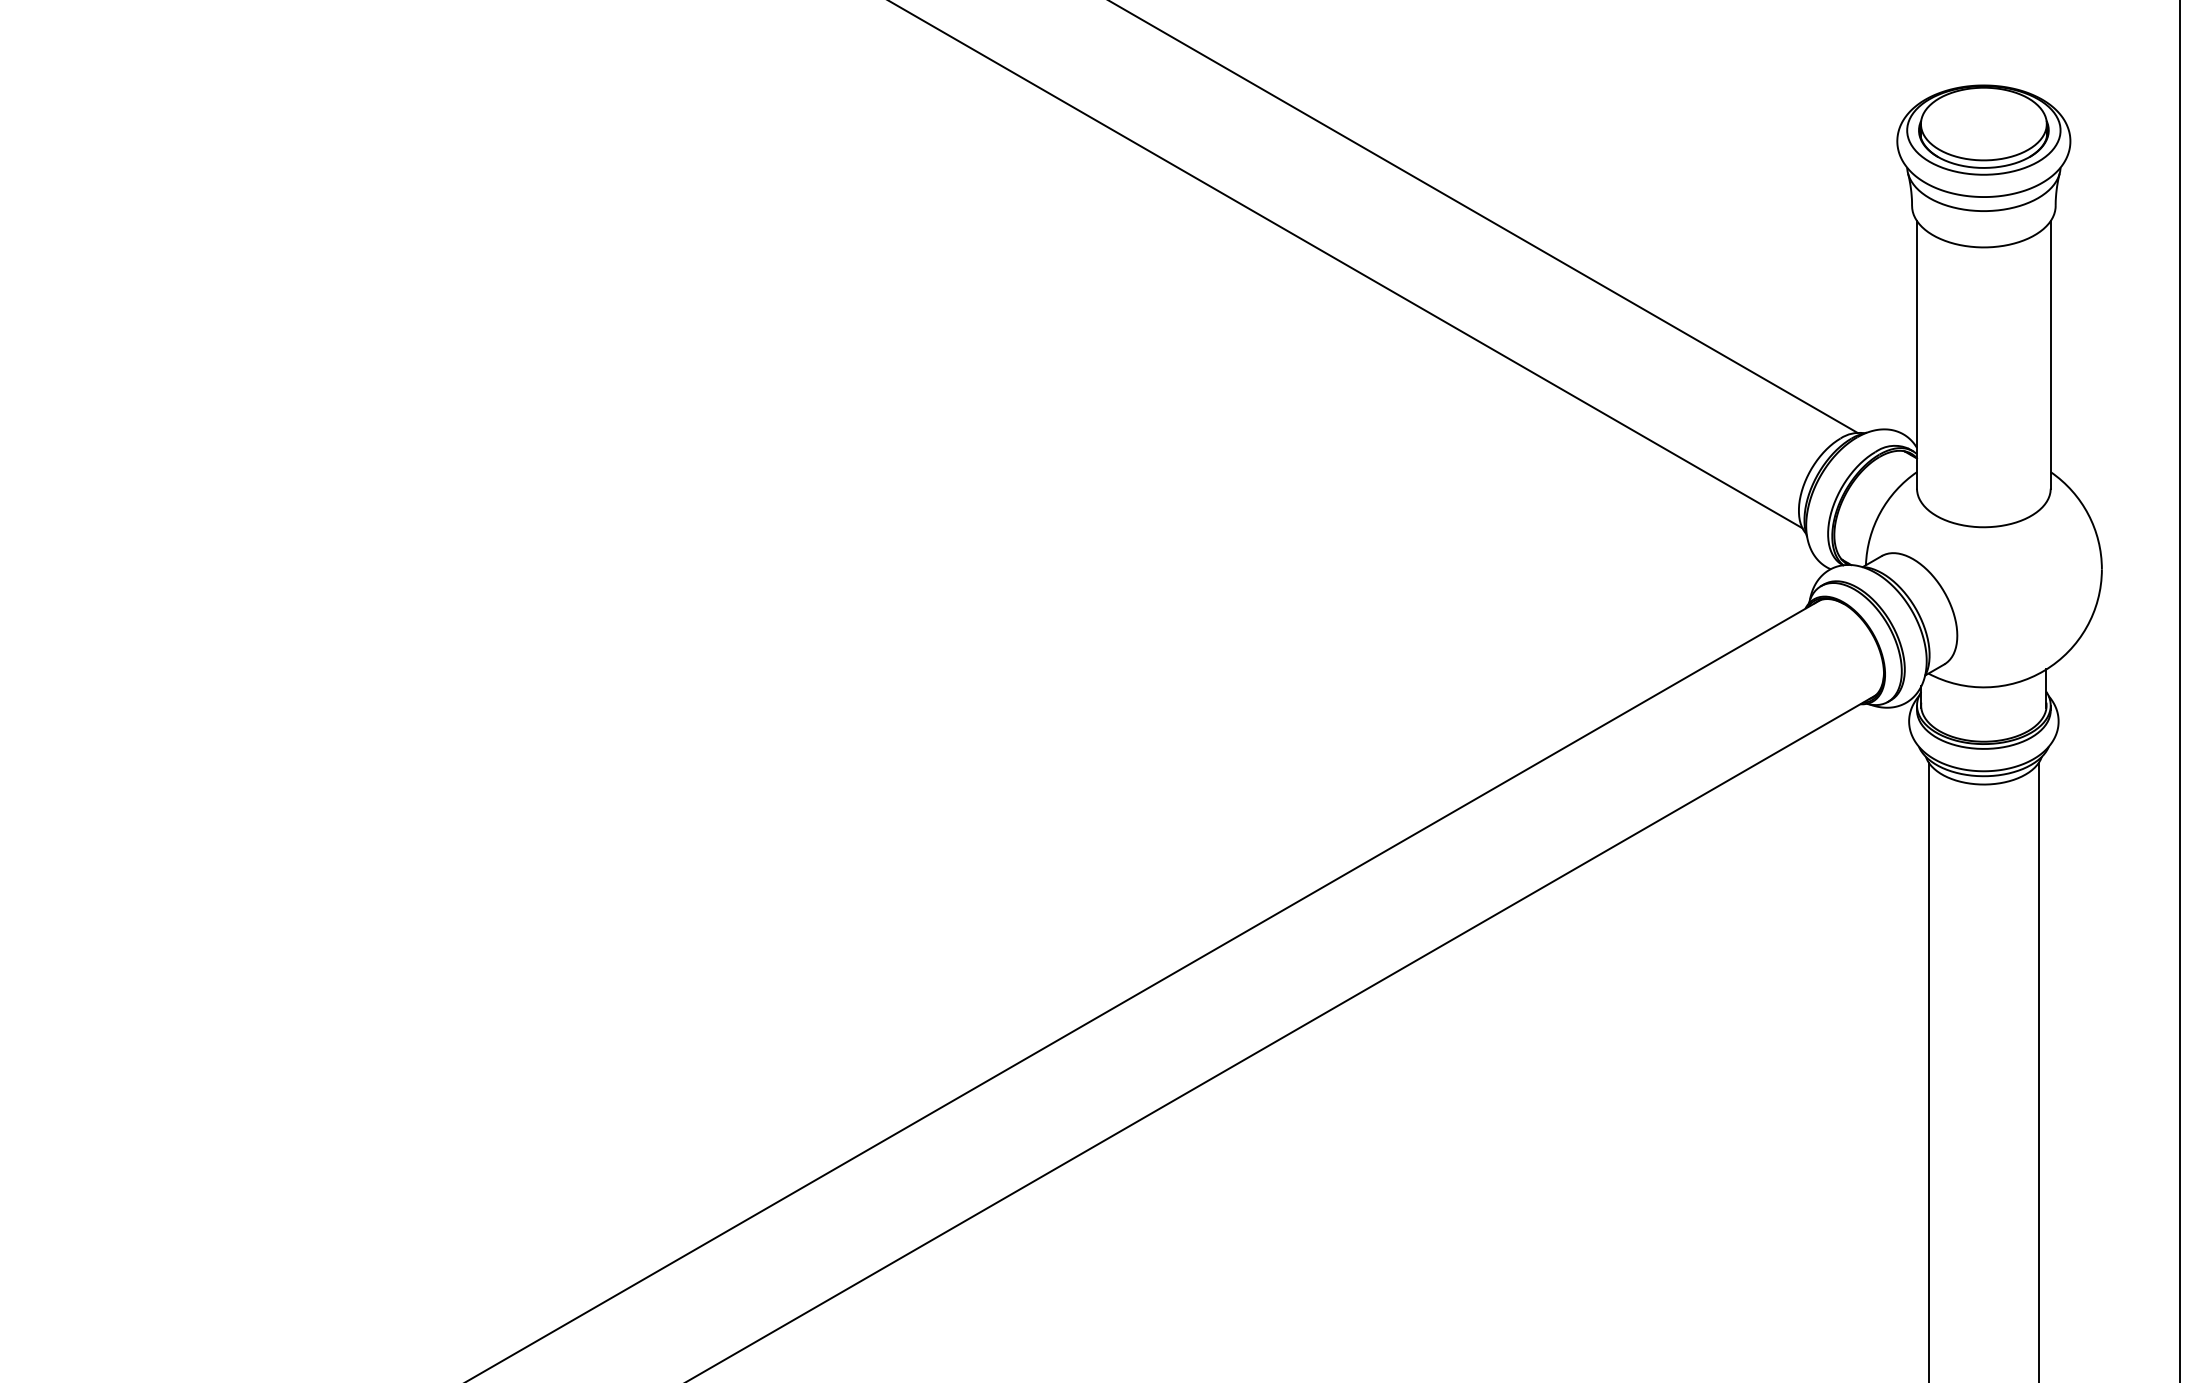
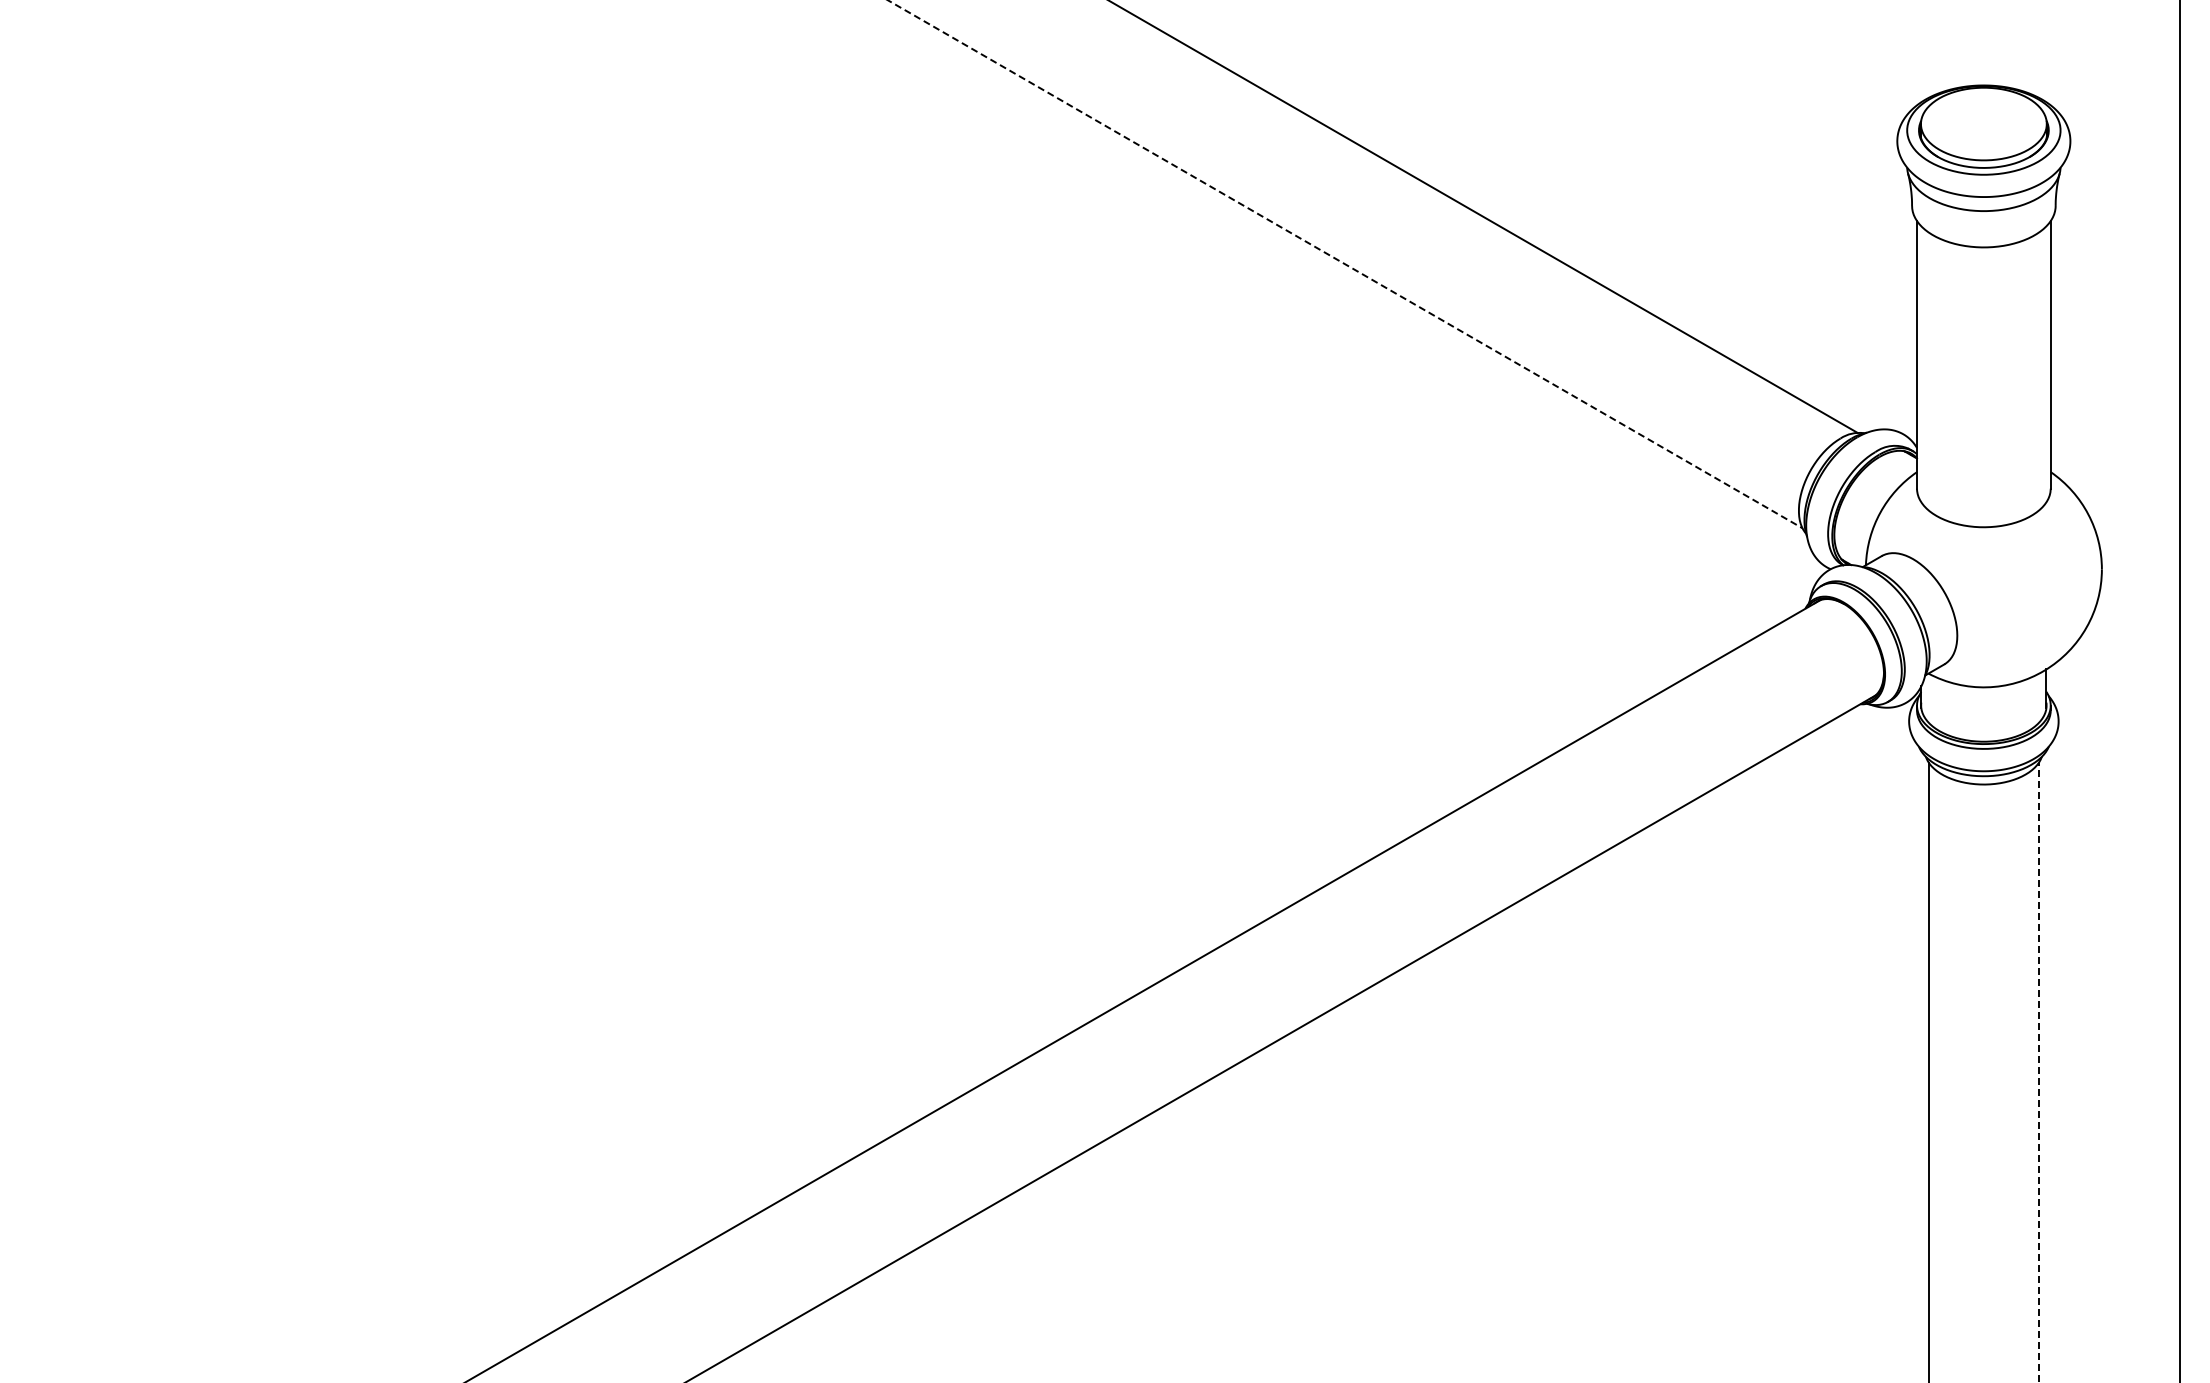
line at (1345, 264): solid -> dashed
line at (2038, 1072): solid -> dashed
